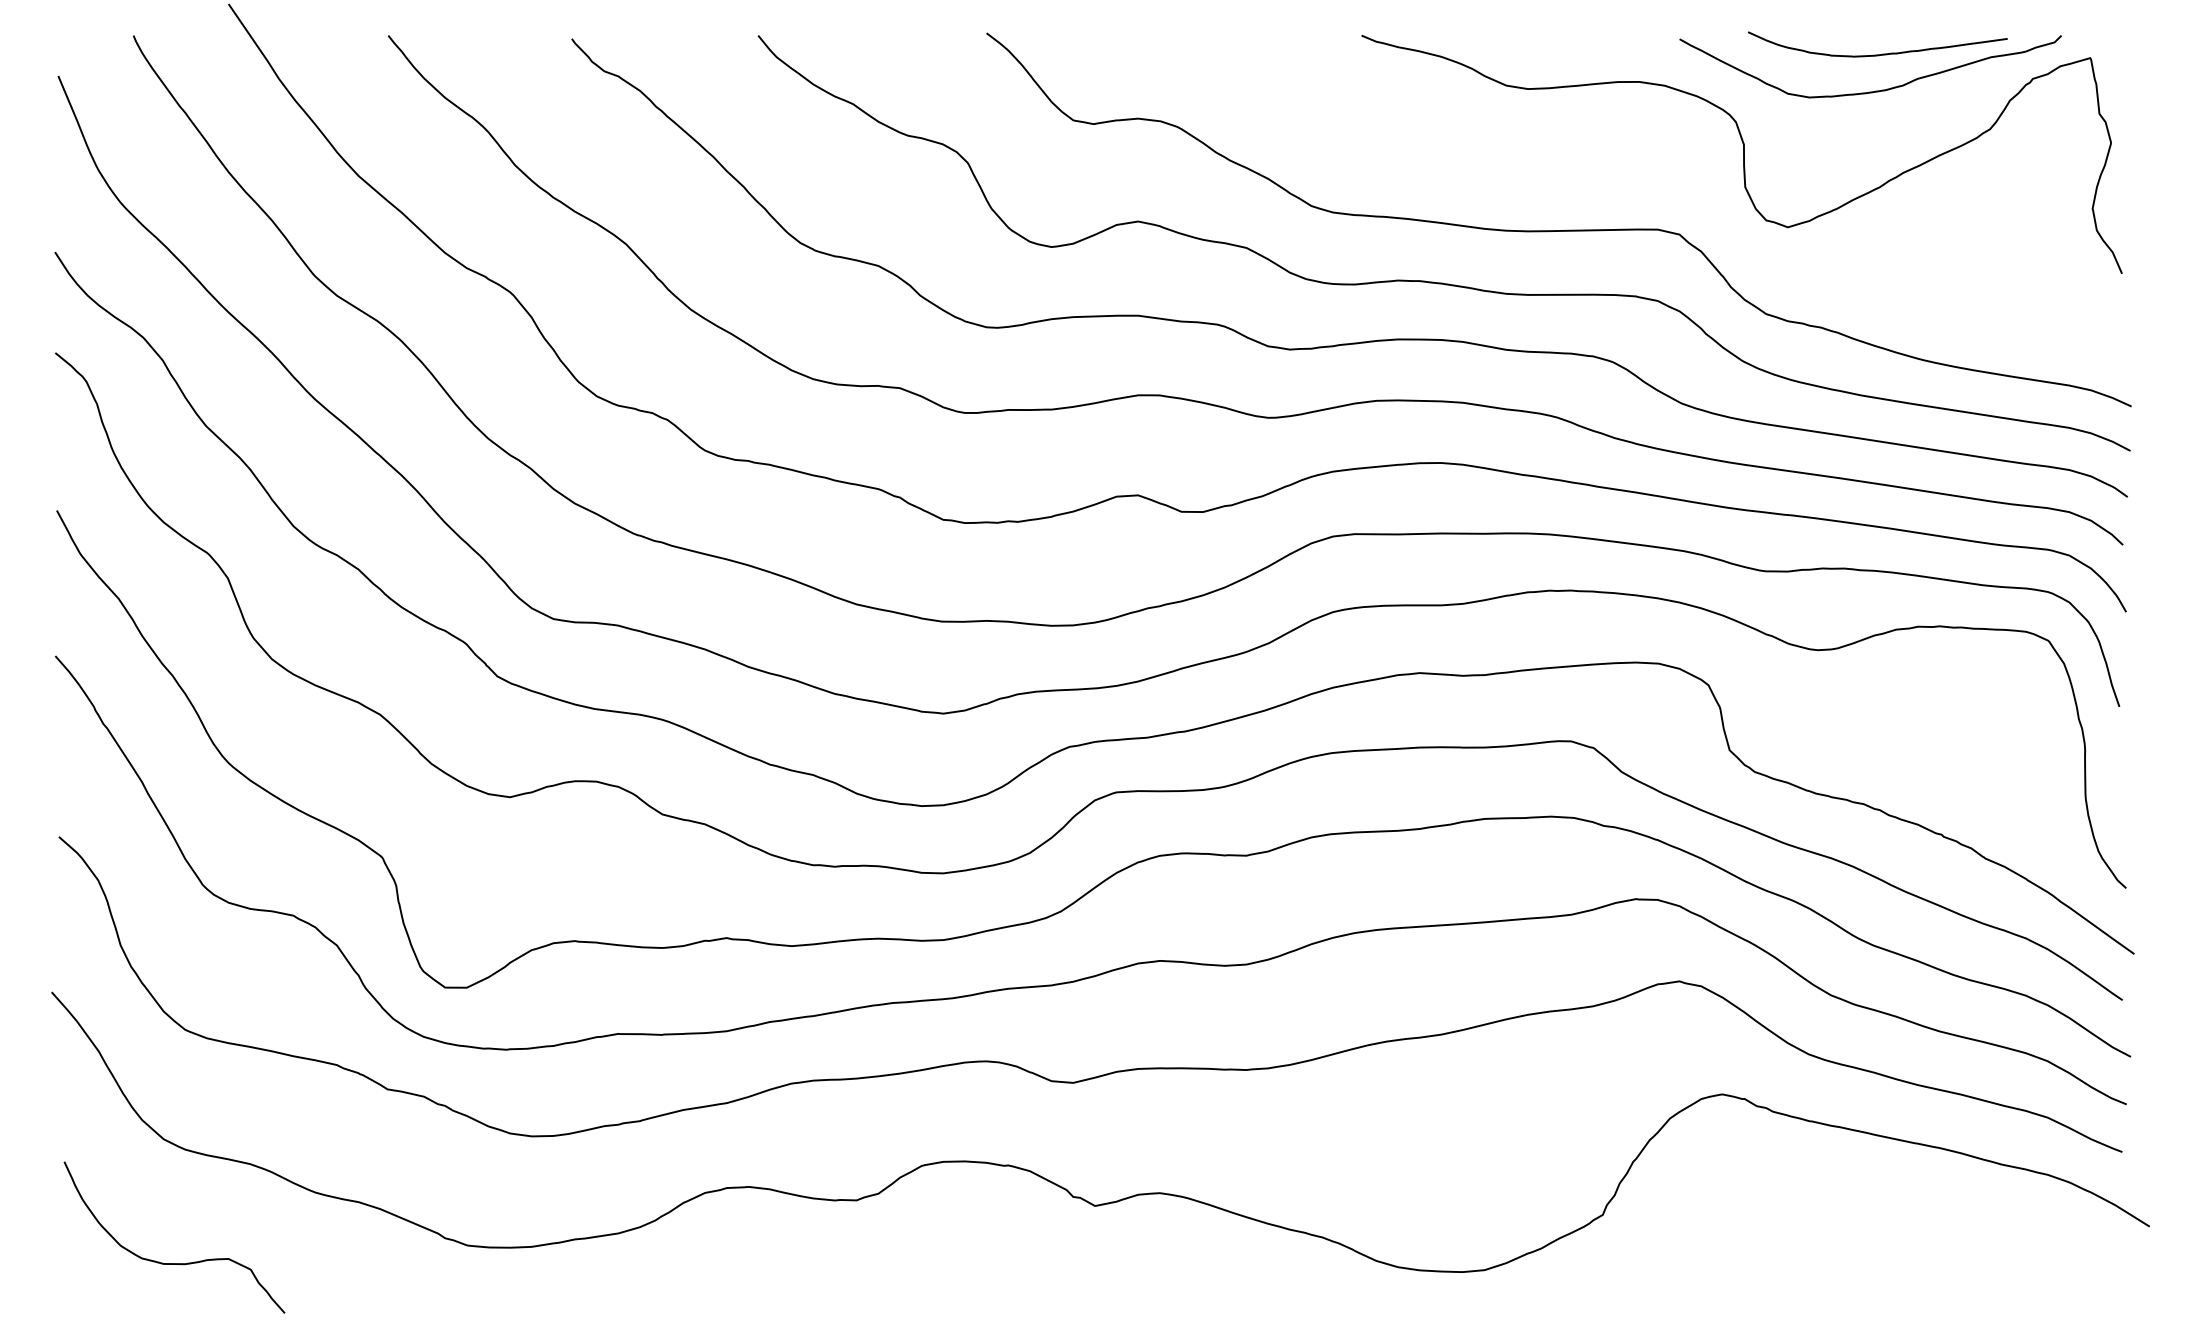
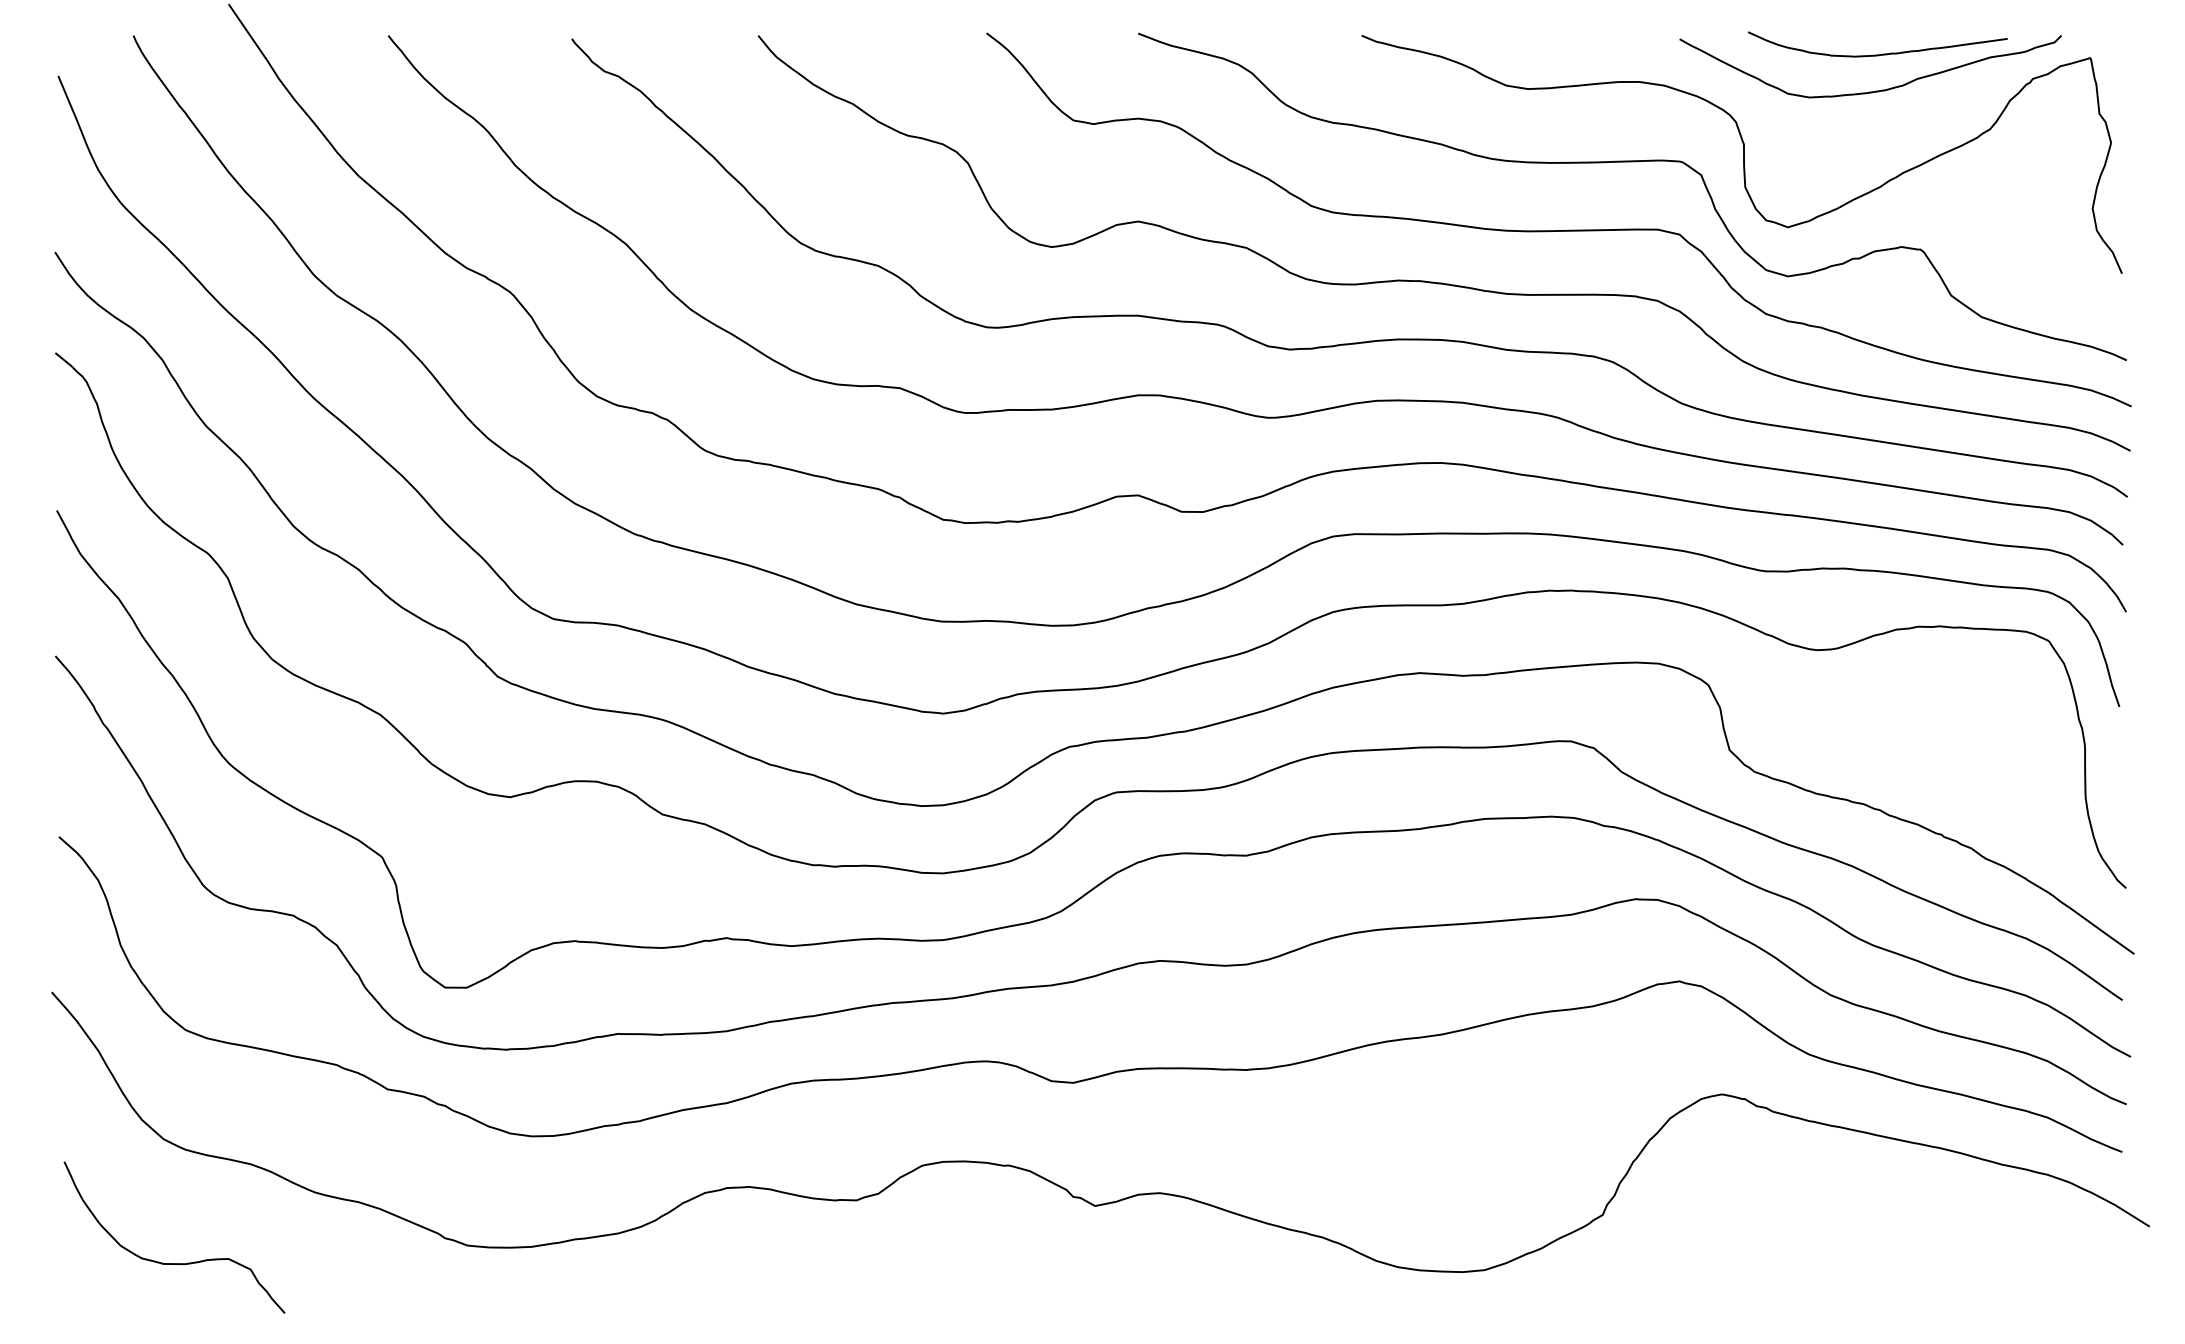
curve at (1632, 162): none -> present
